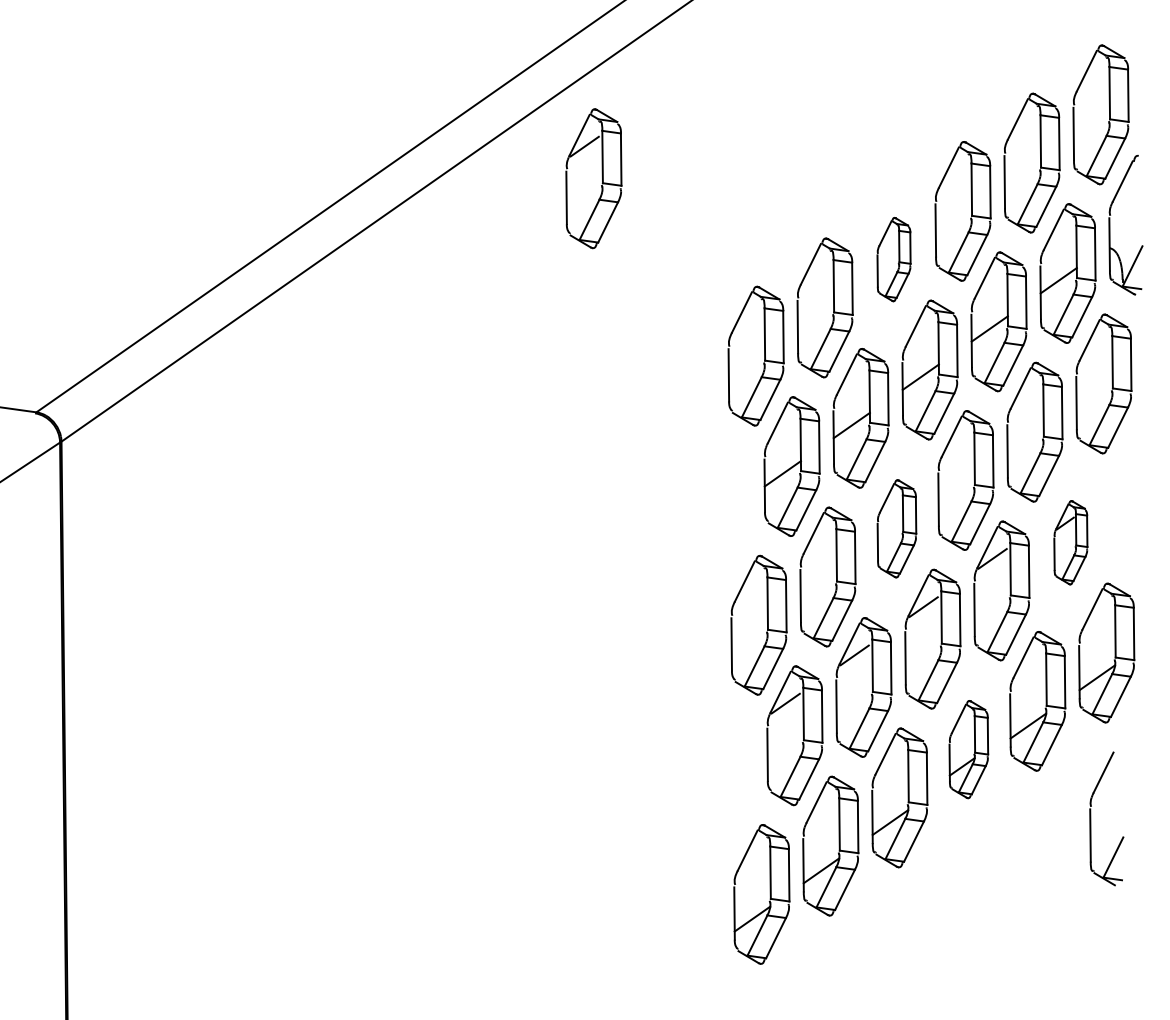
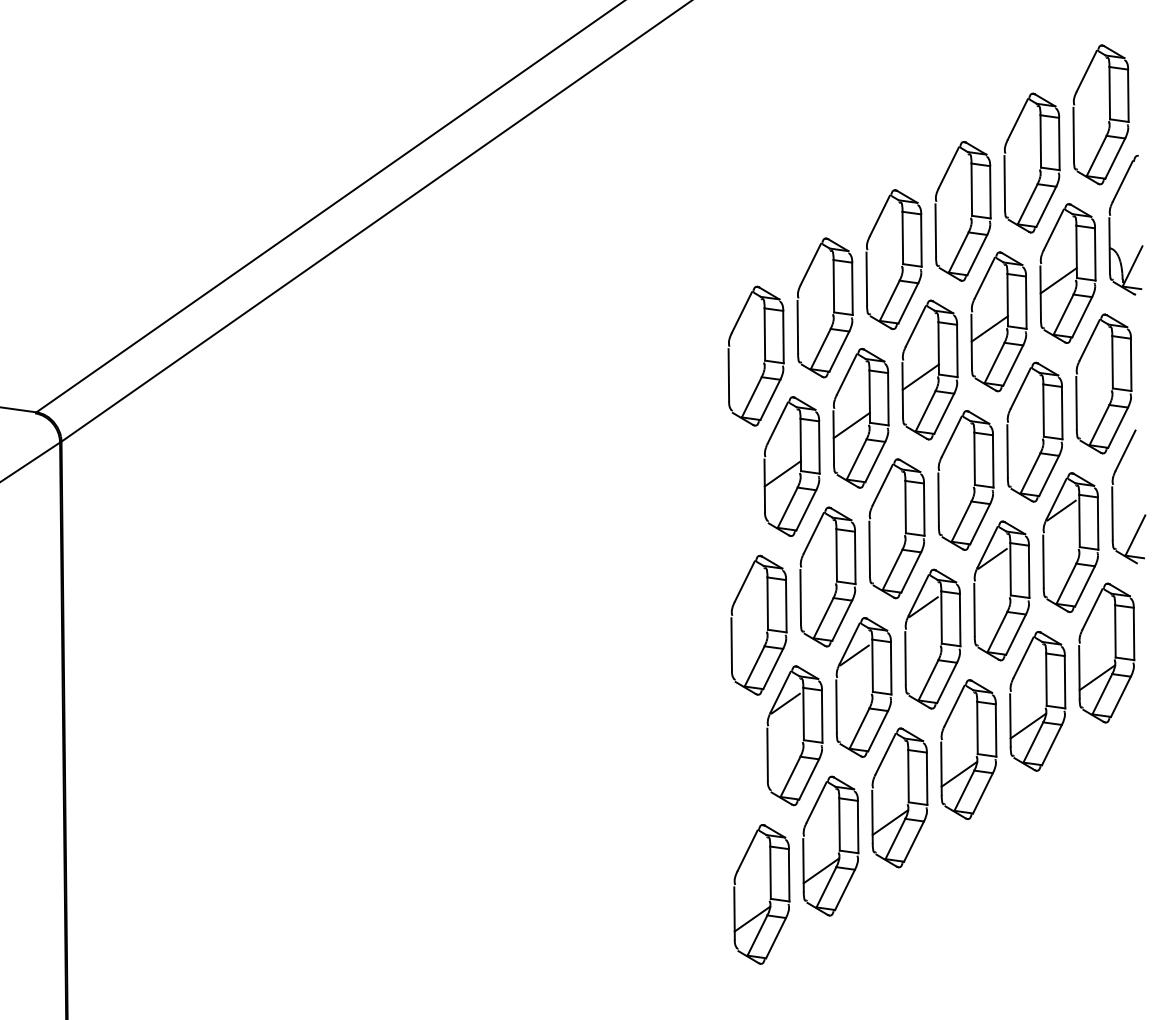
part at (593, 178): present -> none
part at (893, 259) size: 36x86 px -> 58x141 px
part at (896, 528) size: 42x100 px -> 58x142 px
part at (1070, 542) size: 36x86 px -> 58x142 px
part at (968, 749) size: 42x100 px -> 58x141 px
part at (1091, 818) position: (1091, 818) -> (1113, 496)
